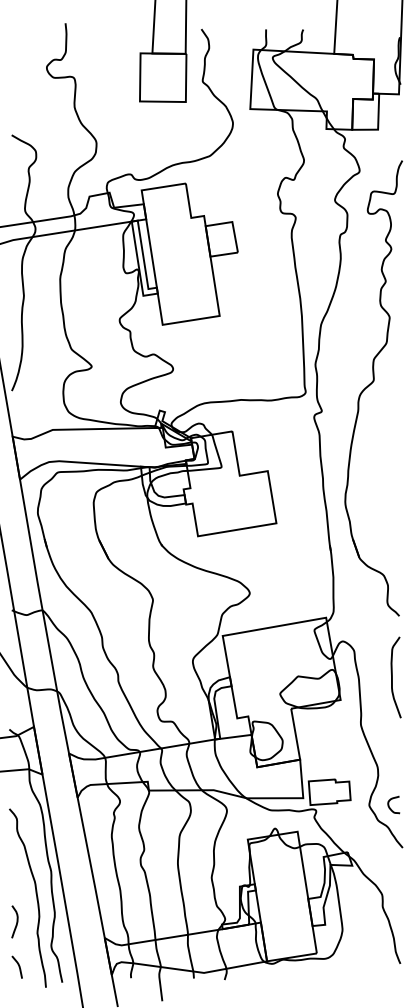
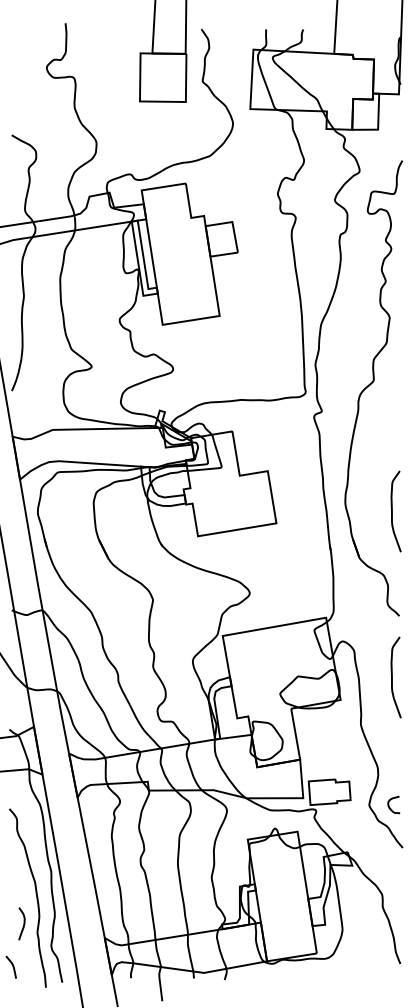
curve at (392, 511): none -> present
curve at (16, 921) position: (16, 921) -> (23, 923)
curve at (18, 966) position: (18, 966) -> (12, 966)
